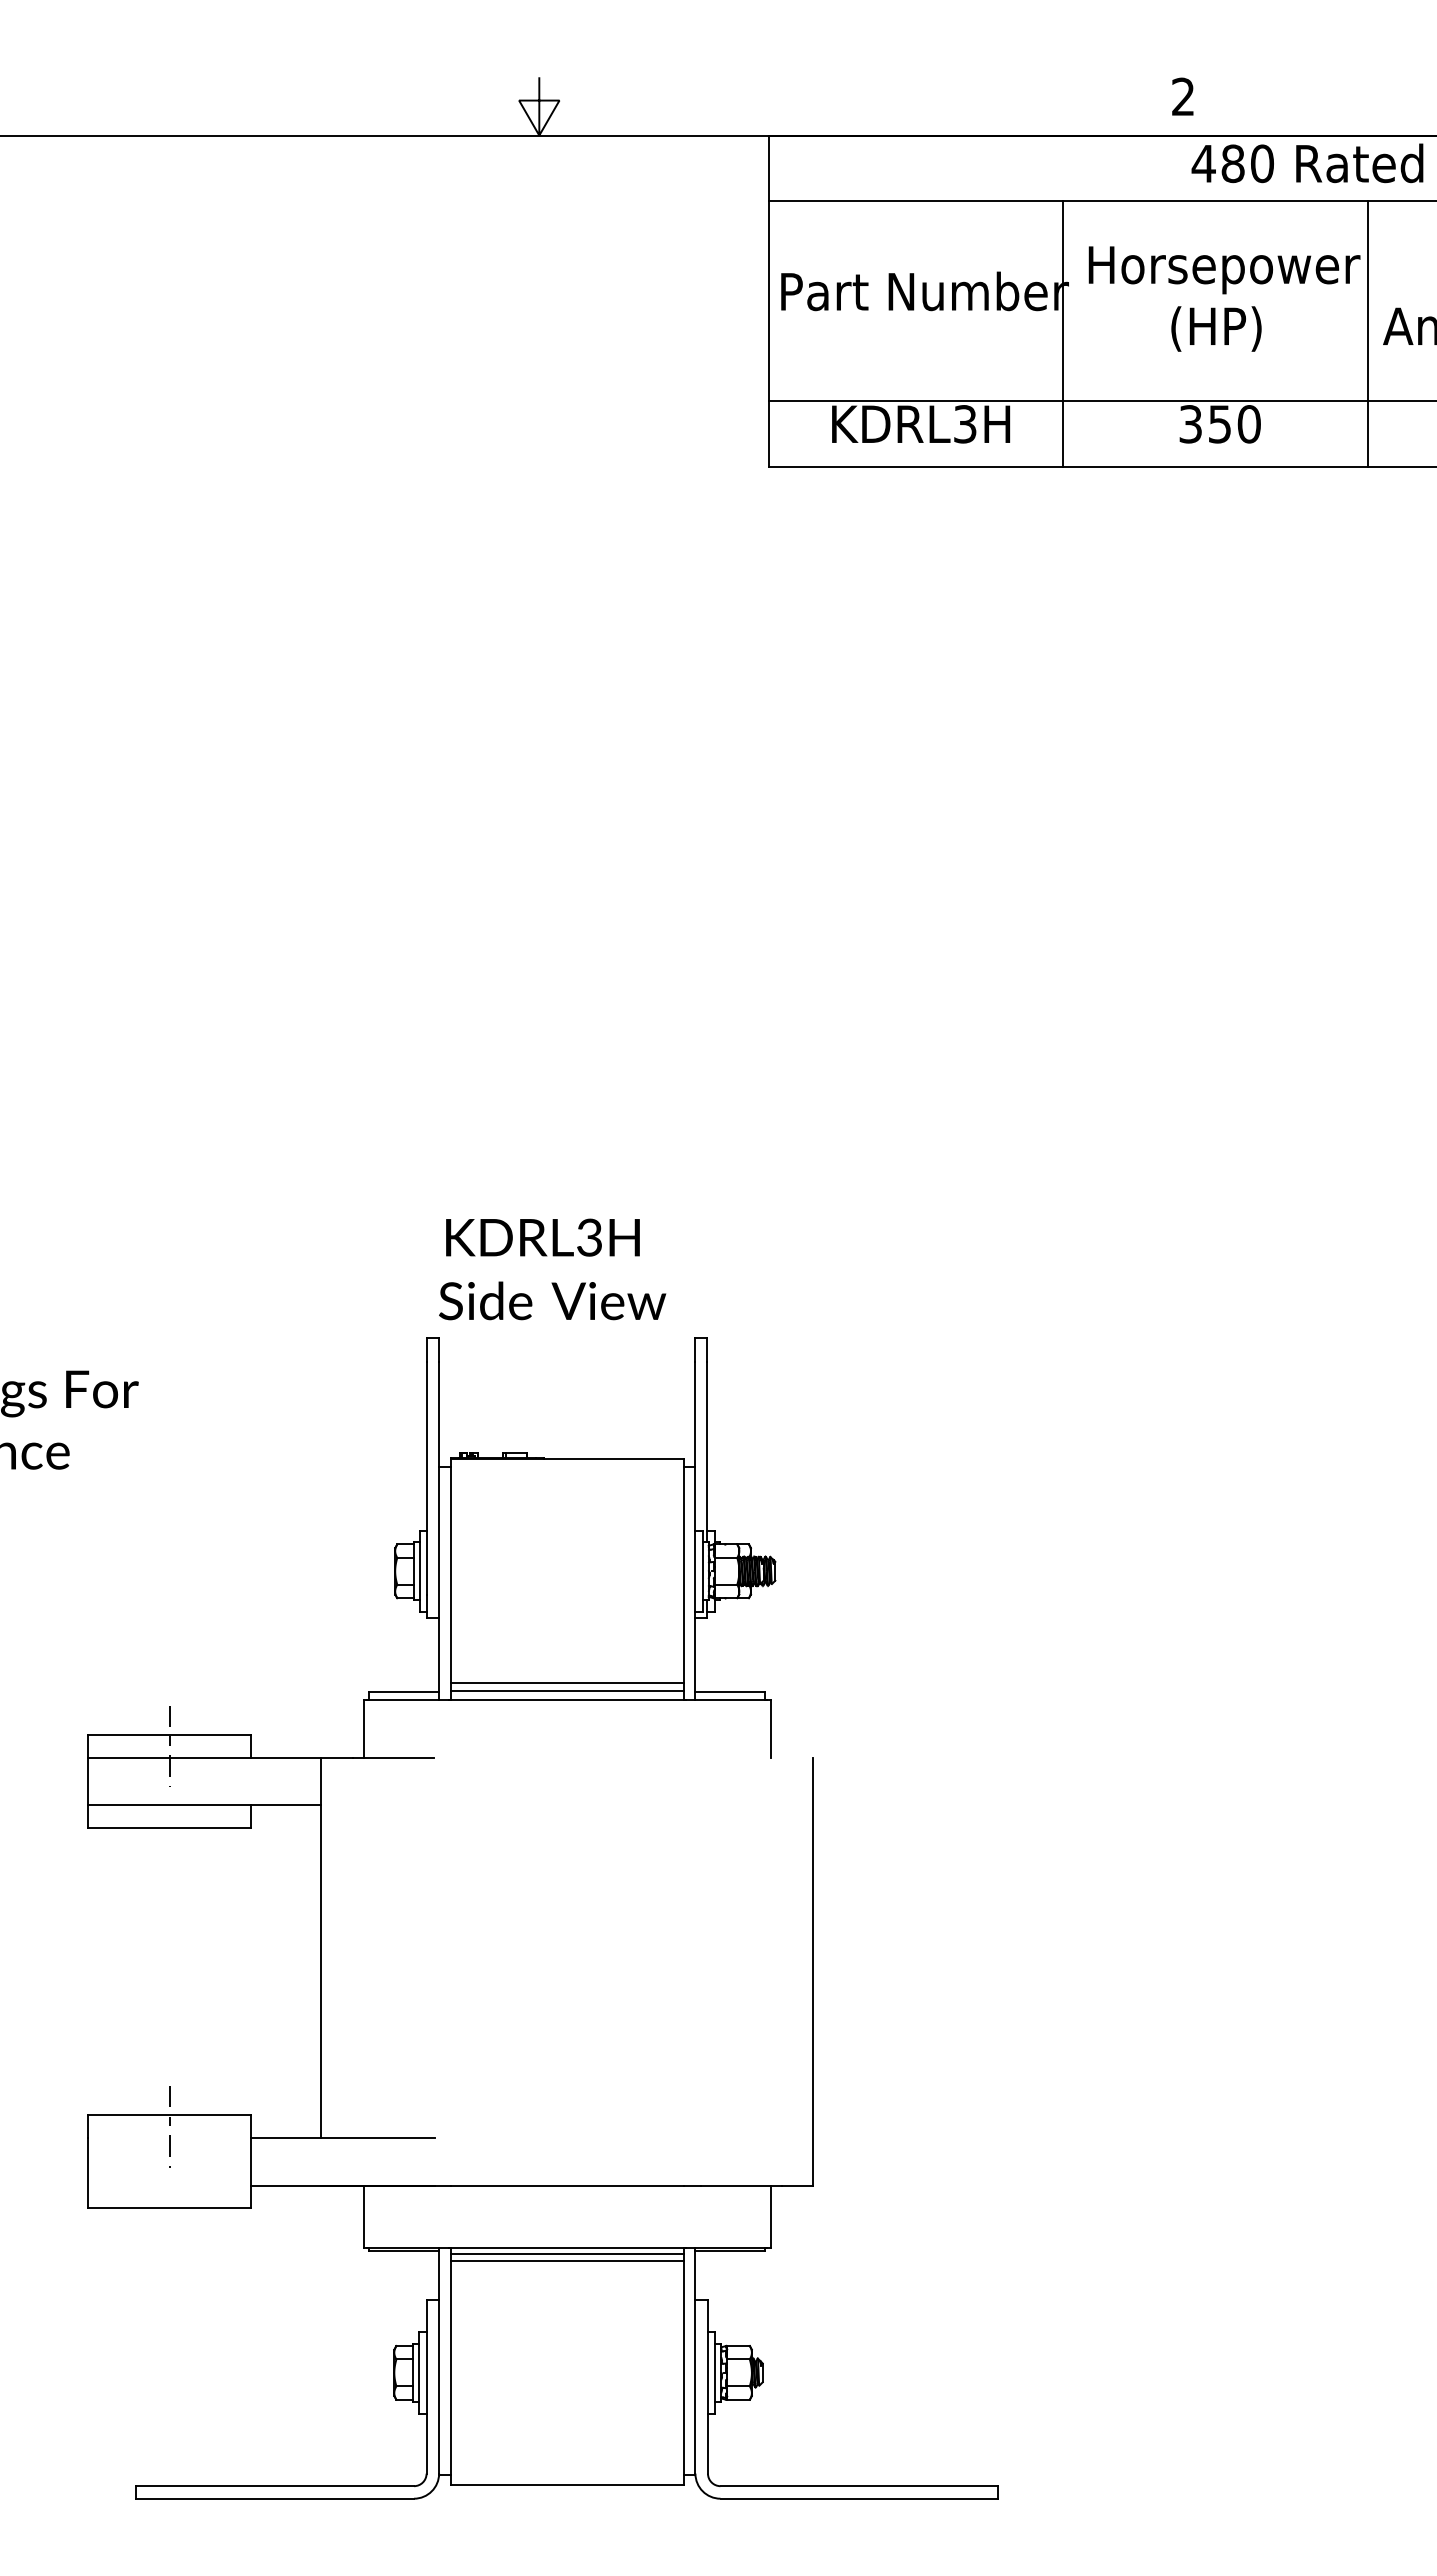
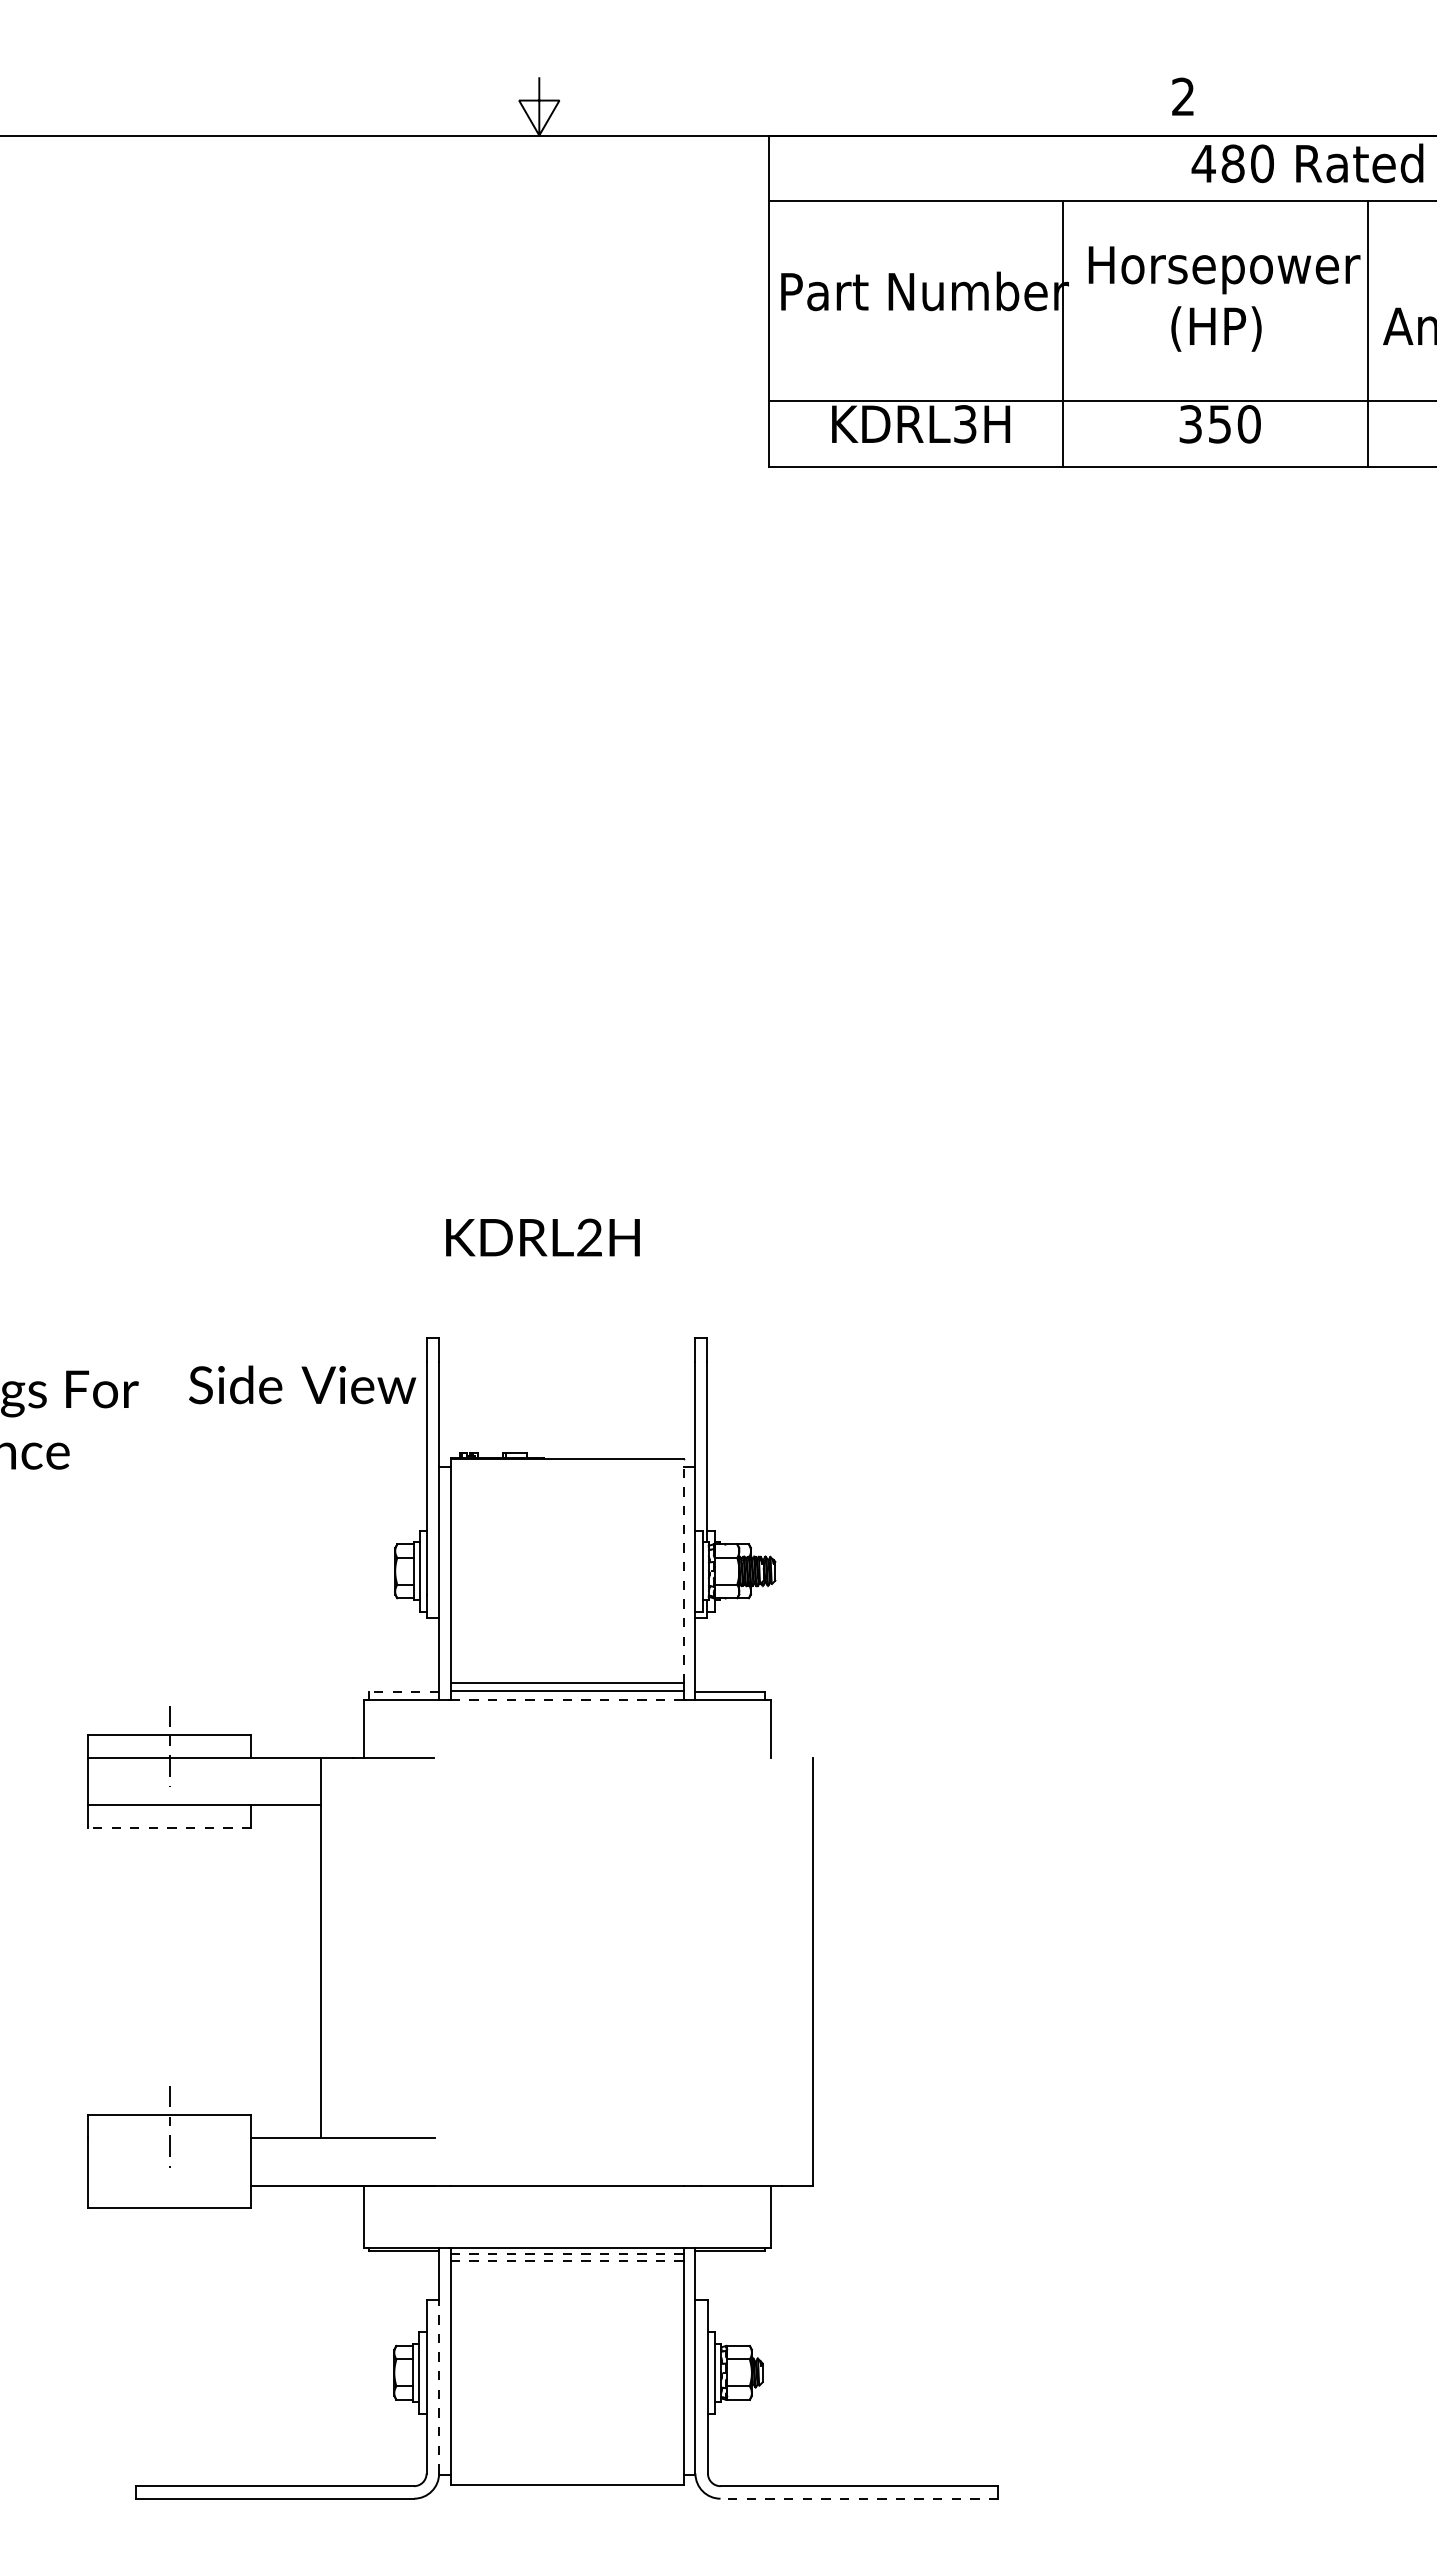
text at (589, 1238): KDRL3H -> KDRL2H
text at (552, 1300) position: (552, 1300) -> (302, 1384)
line at (683, 1571): solid -> dashed
line at (404, 1691): solid -> dashed
line at (567, 1699): solid -> dashed
line at (169, 1828): solid -> dashed
line at (567, 2253): solid -> dashed
line at (567, 2261): solid -> dashed
line at (439, 2386): solid -> dashed
line at (859, 2498): solid -> dashed
